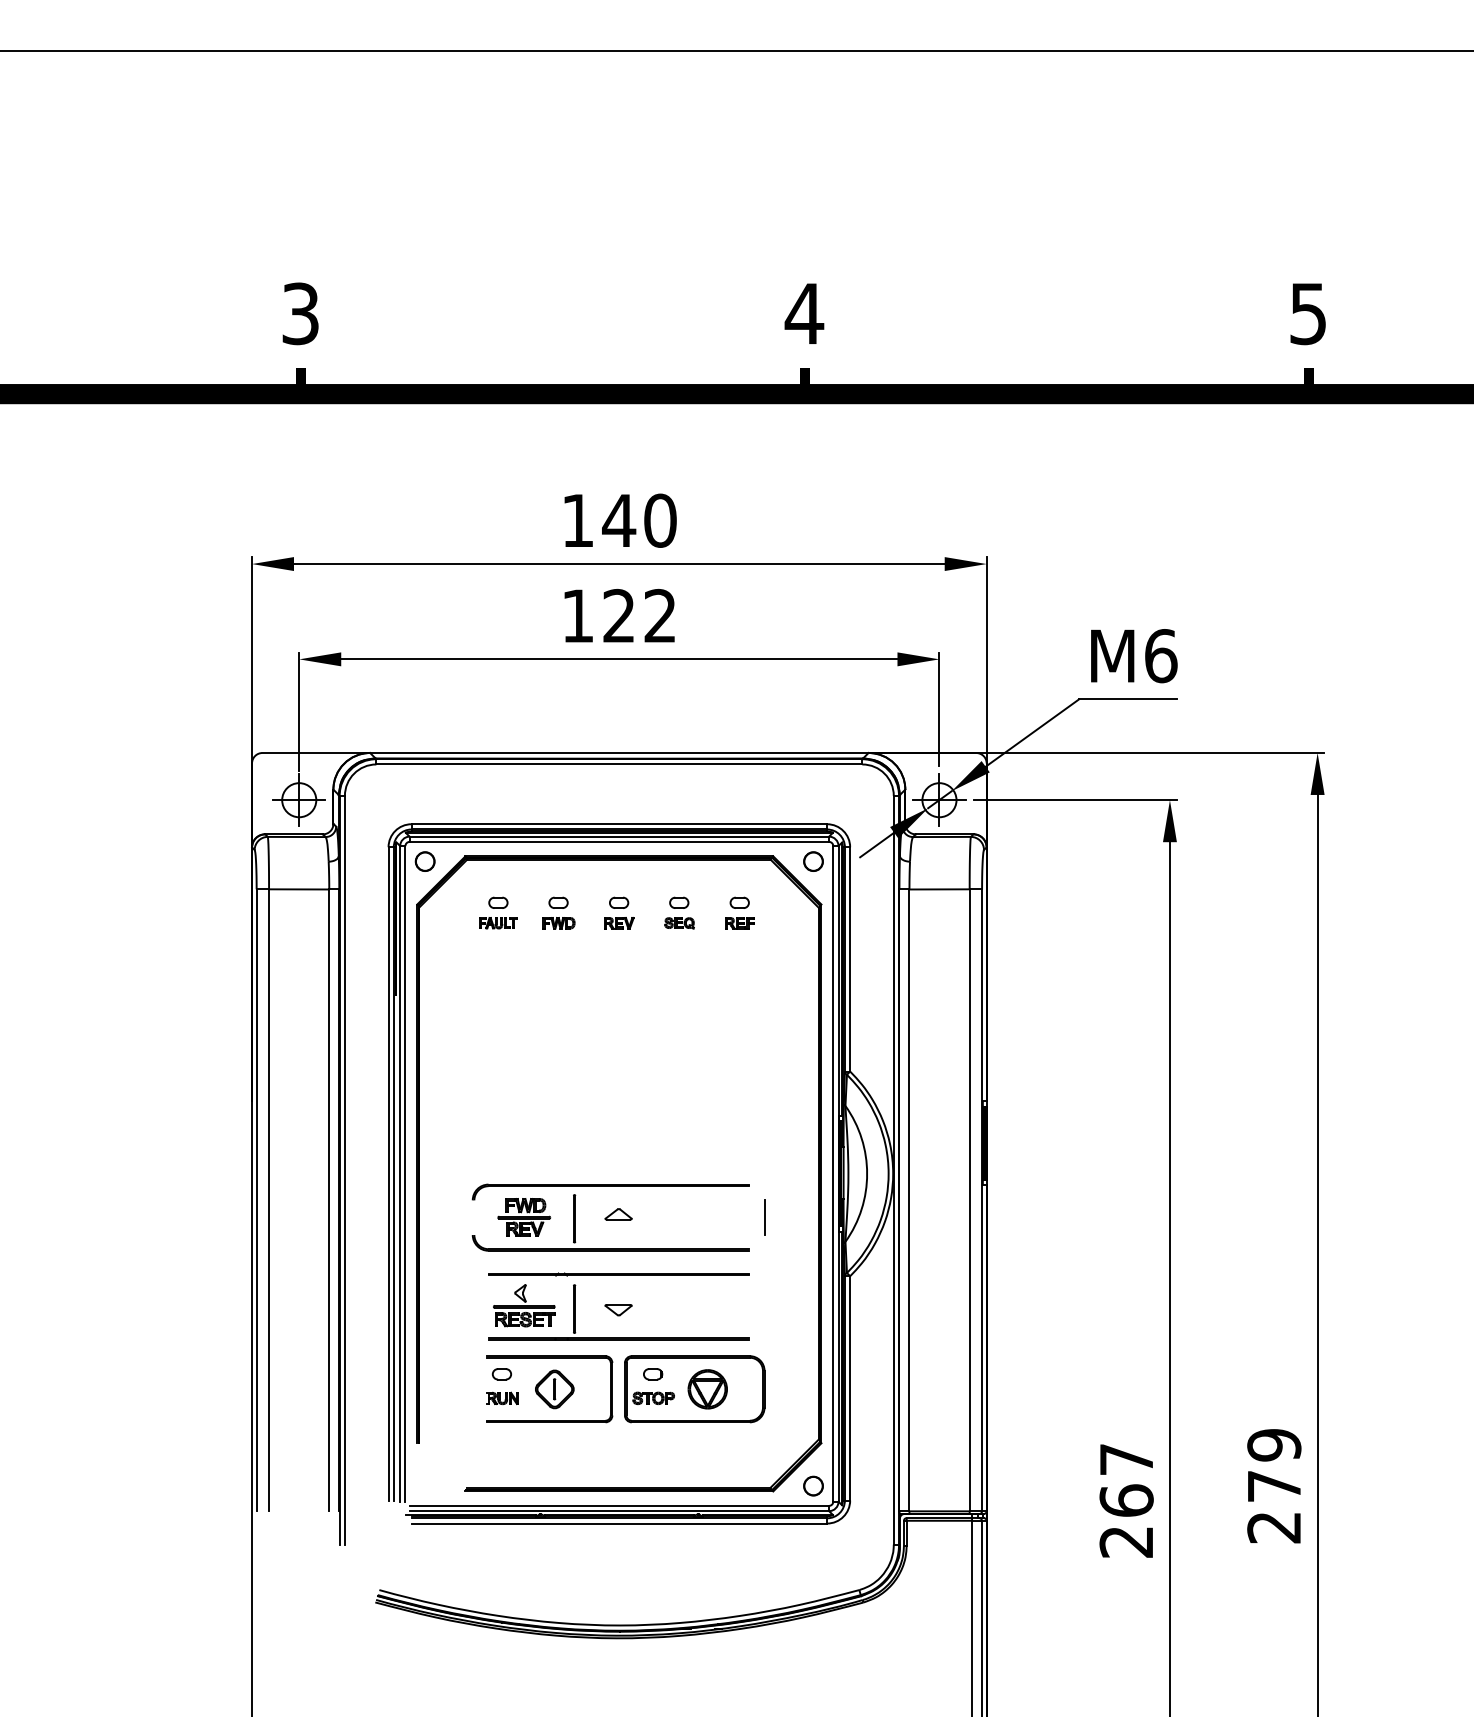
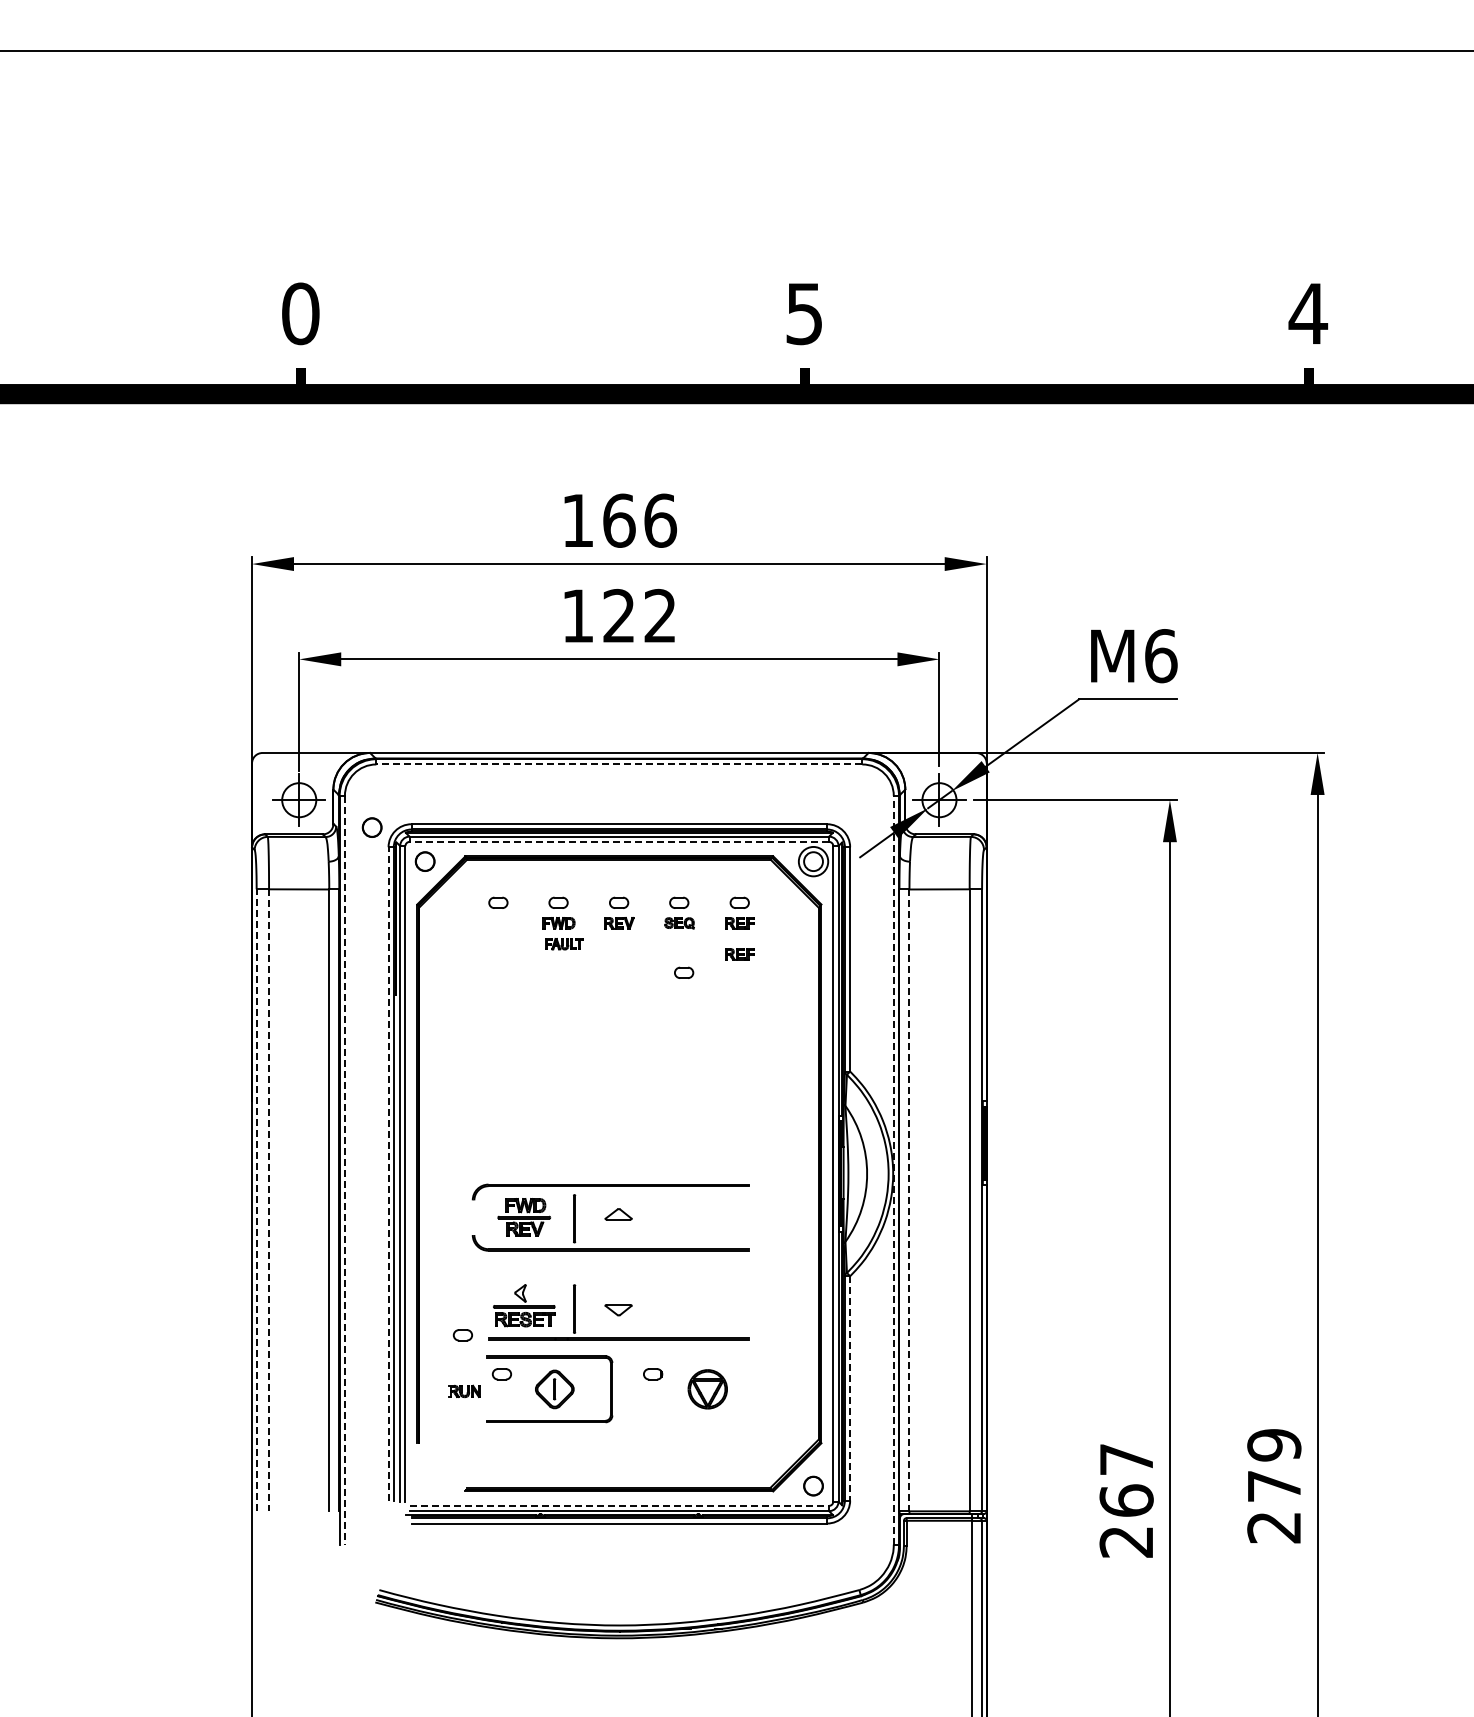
text at (300, 313): 3 -> 0
text at (804, 314): 4 -> 5
text at (1308, 314): 5 -> 4
text at (639, 520): 140 -> 166
line at (619, 764): solid -> dashed
part at (371, 827): none -> present
line at (619, 841): solid -> dashed
circle at (813, 861) diameter: 18 px -> 29 px
part at (498, 923) position: (498, 923) -> (564, 944)
part at (739, 954): none -> present
part at (684, 972): none -> present
line at (893, 1169): solid -> dashed
line at (344, 1170): solid -> dashed
line at (388, 1173): solid -> dashed
line at (256, 1199): solid -> dashed
line at (269, 1200): solid -> dashed
line at (909, 1200): solid -> dashed
line at (764, 1217): present -> none
line at (618, 1274): present -> none
part at (462, 1335): none -> present
line at (850, 1388): solid -> dashed
part at (694, 1389): present -> none
part at (502, 1398) position: (502, 1398) -> (464, 1391)
line at (619, 1505): solid -> dashed
